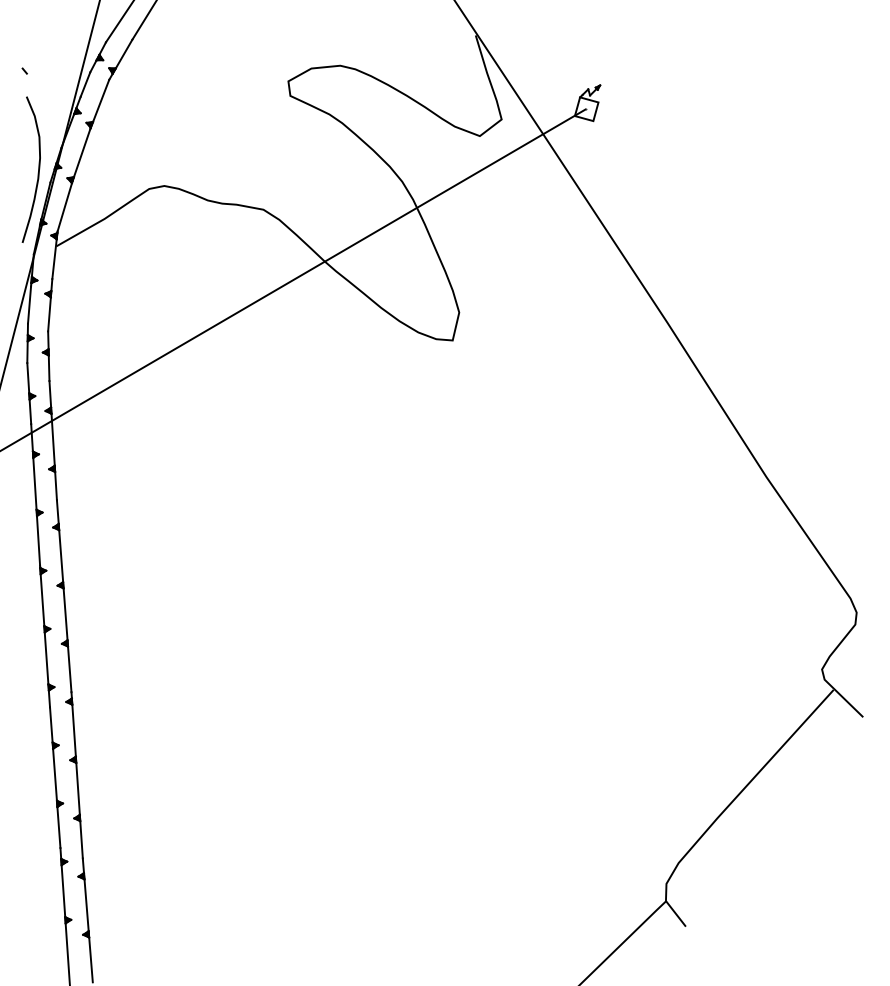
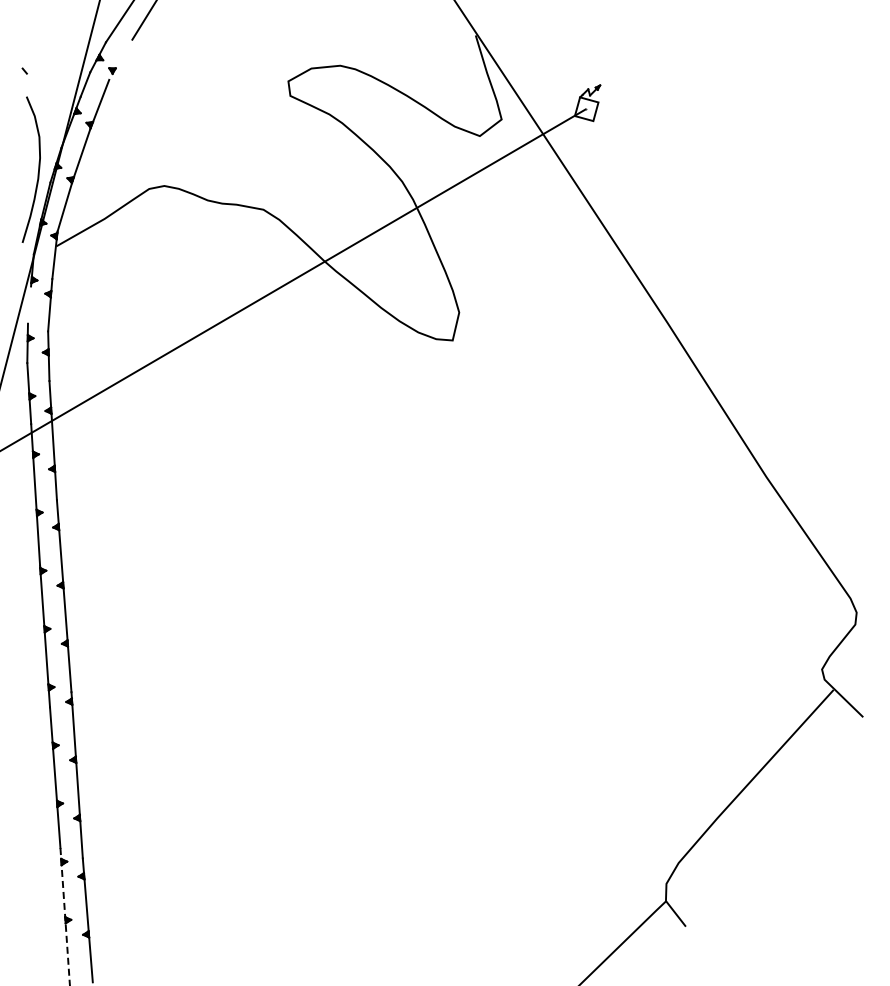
line at (120, 59): present -> none
line at (29, 304): present -> none
line at (65, 916): solid -> dashed
